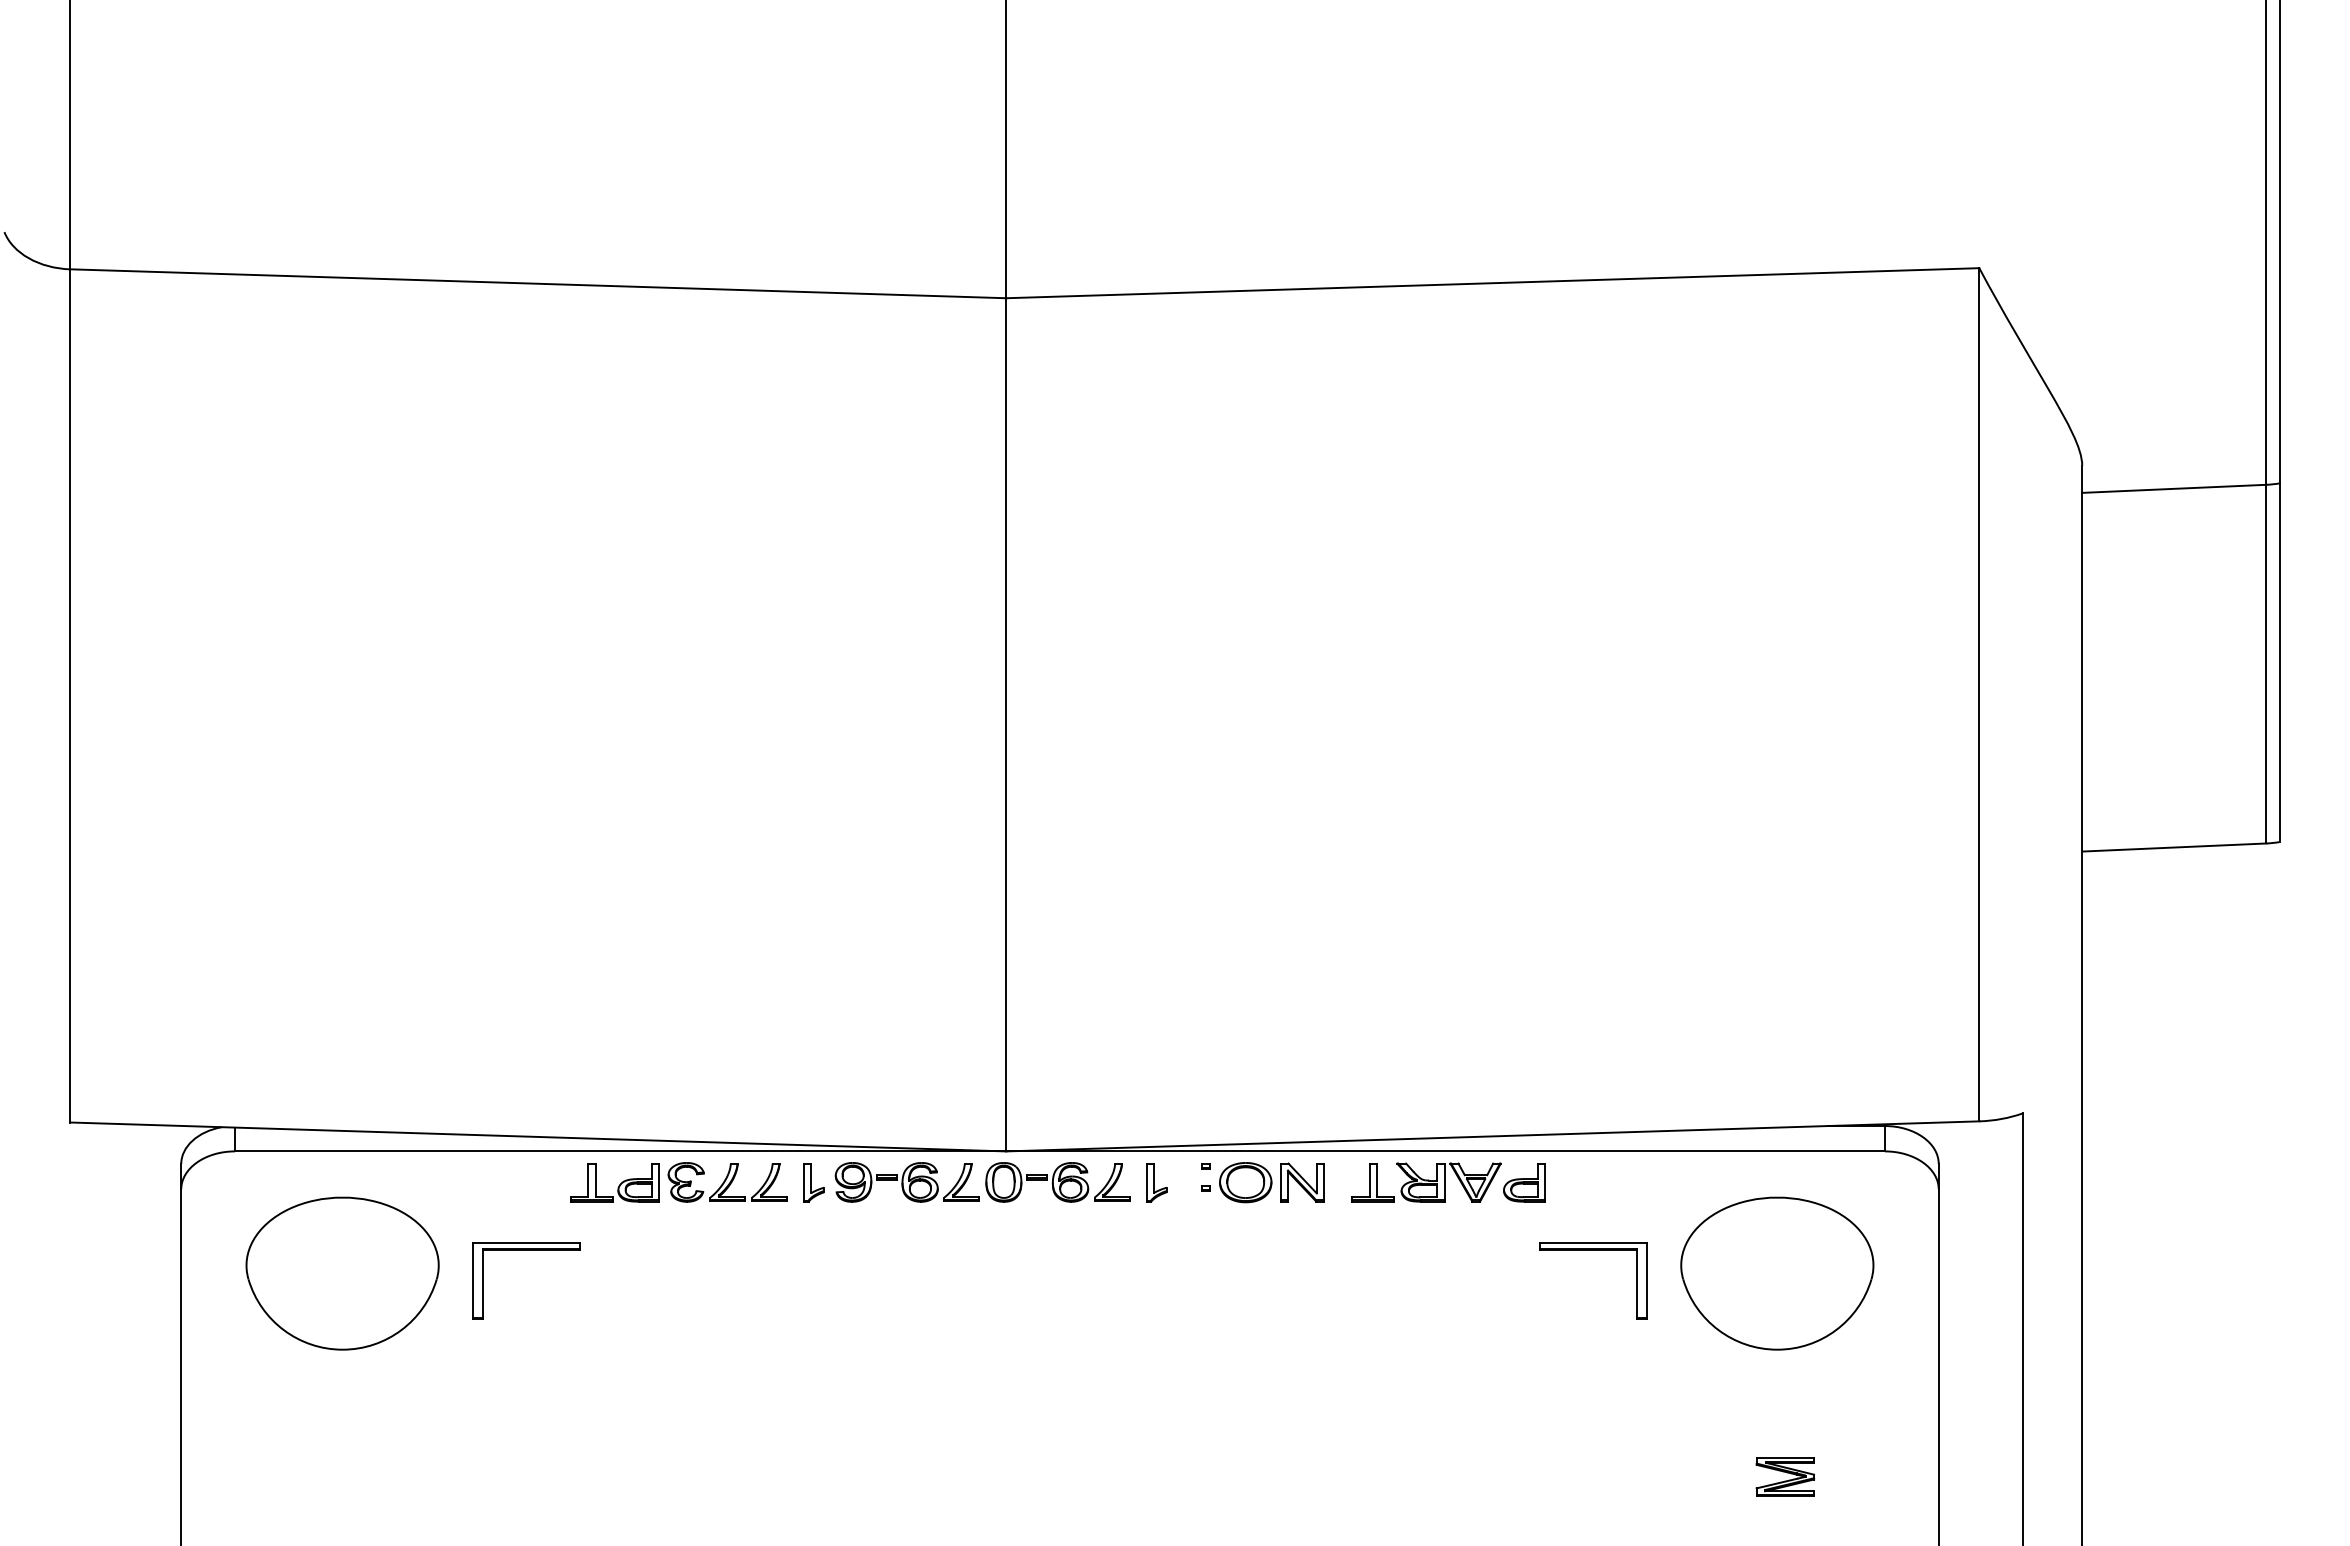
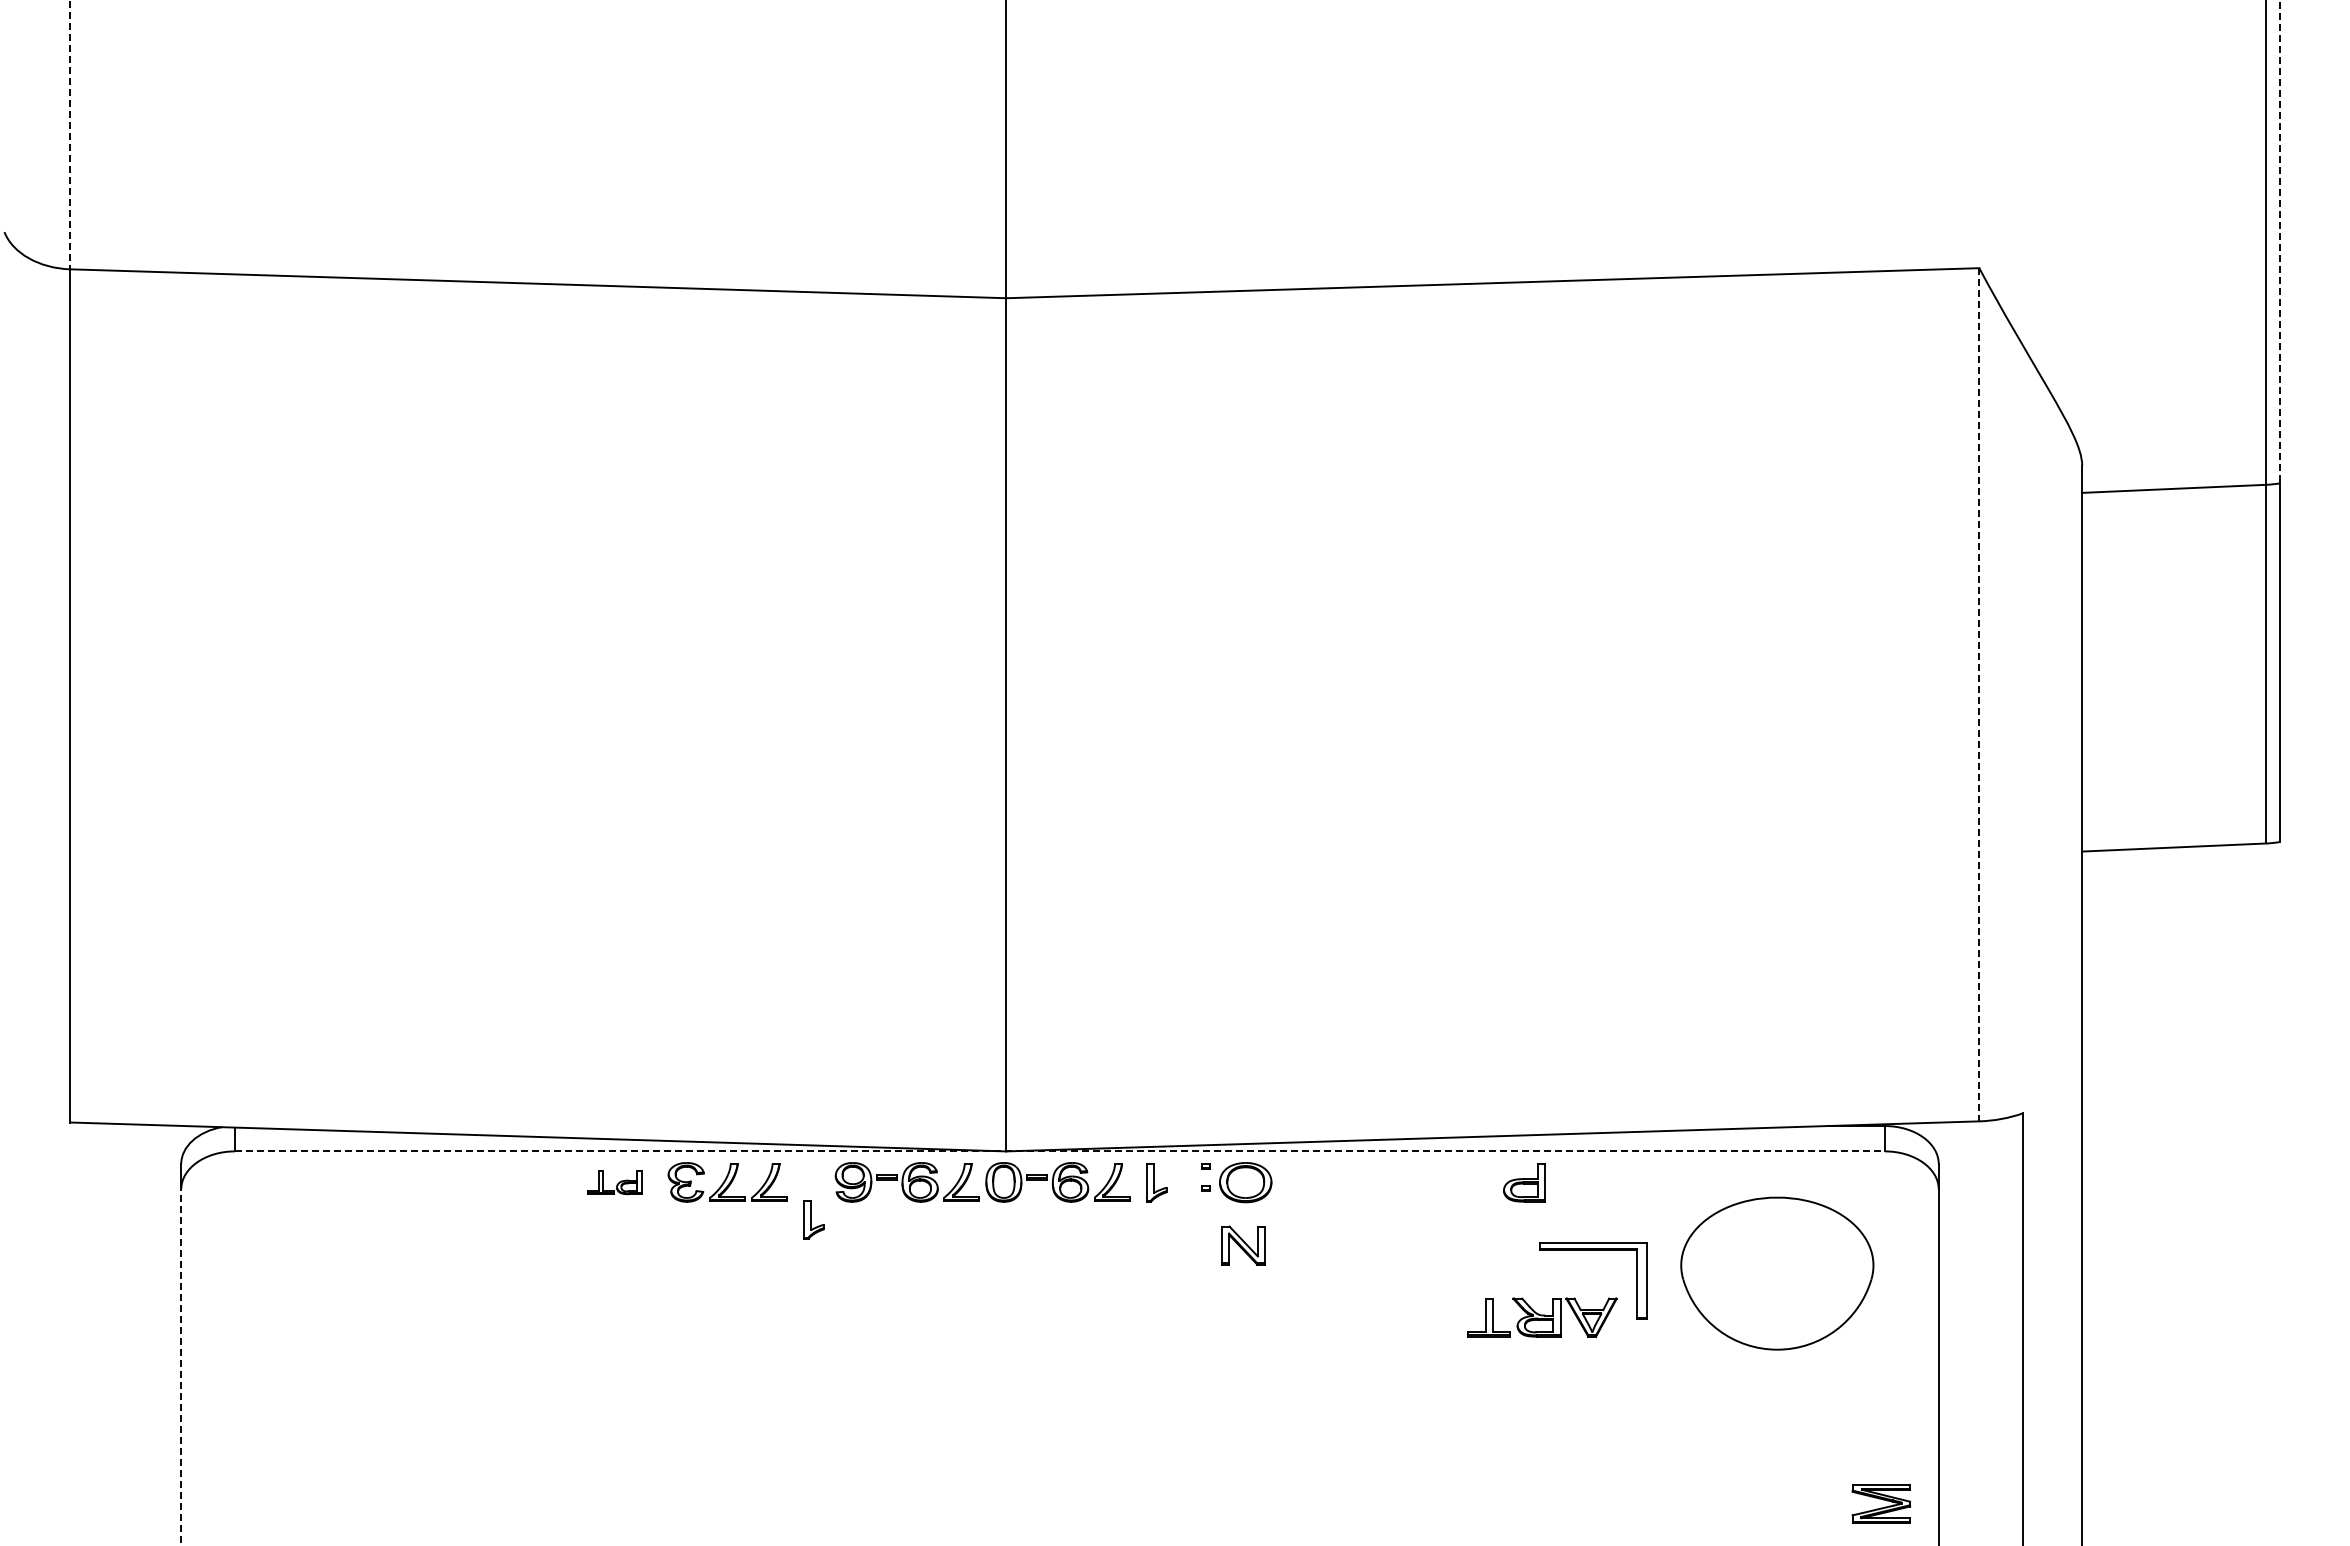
line at (70, 135): solid -> dashed
line at (2279, 242): solid -> dashed
line at (1979, 694): solid -> dashed
line at (1059, 1151): solid -> dashed
part at (614, 1182) size: 90x40 px -> 56x26 px
part at (813, 1182) position: (813, 1182) -> (813, 1219)
part at (1302, 1182) position: (1302, 1182) -> (1243, 1245)
part at (1426, 1182) position: (1426, 1182) -> (1542, 1317)
part at (526, 1250): present -> none
part at (342, 1273): present -> none
line at (181, 1367): solid -> dashed
part at (1785, 1476) position: (1785, 1476) -> (1881, 1503)
